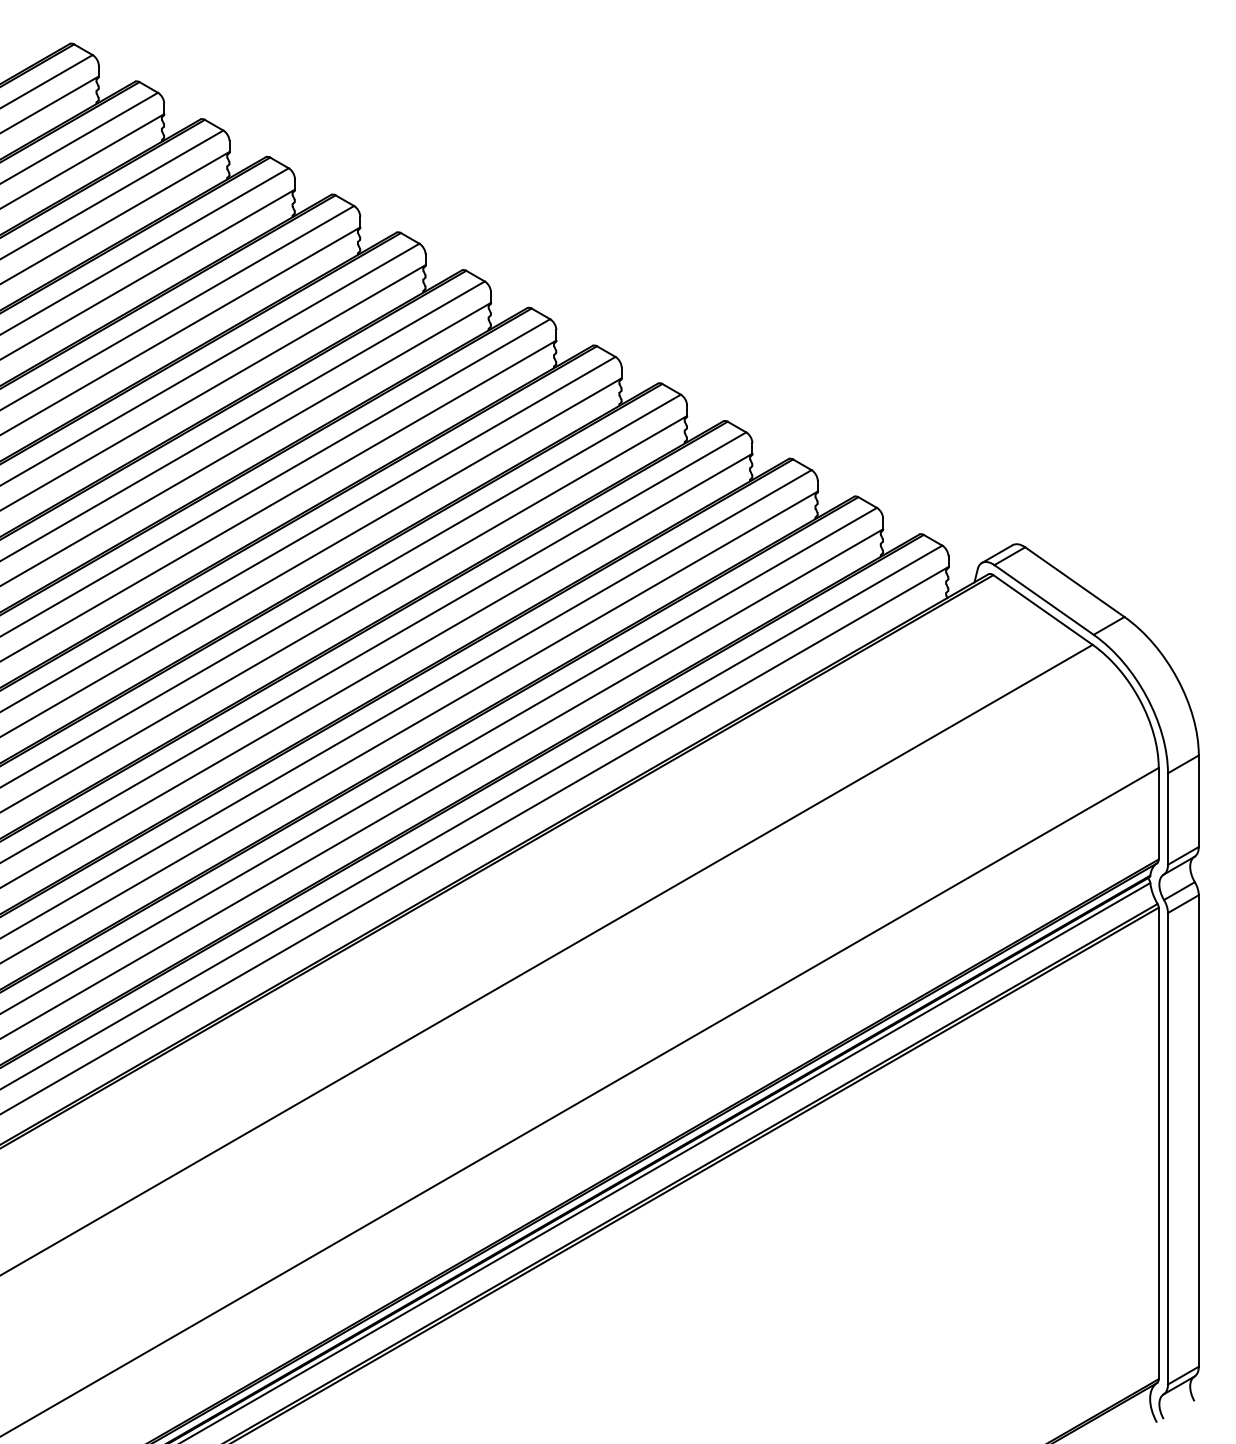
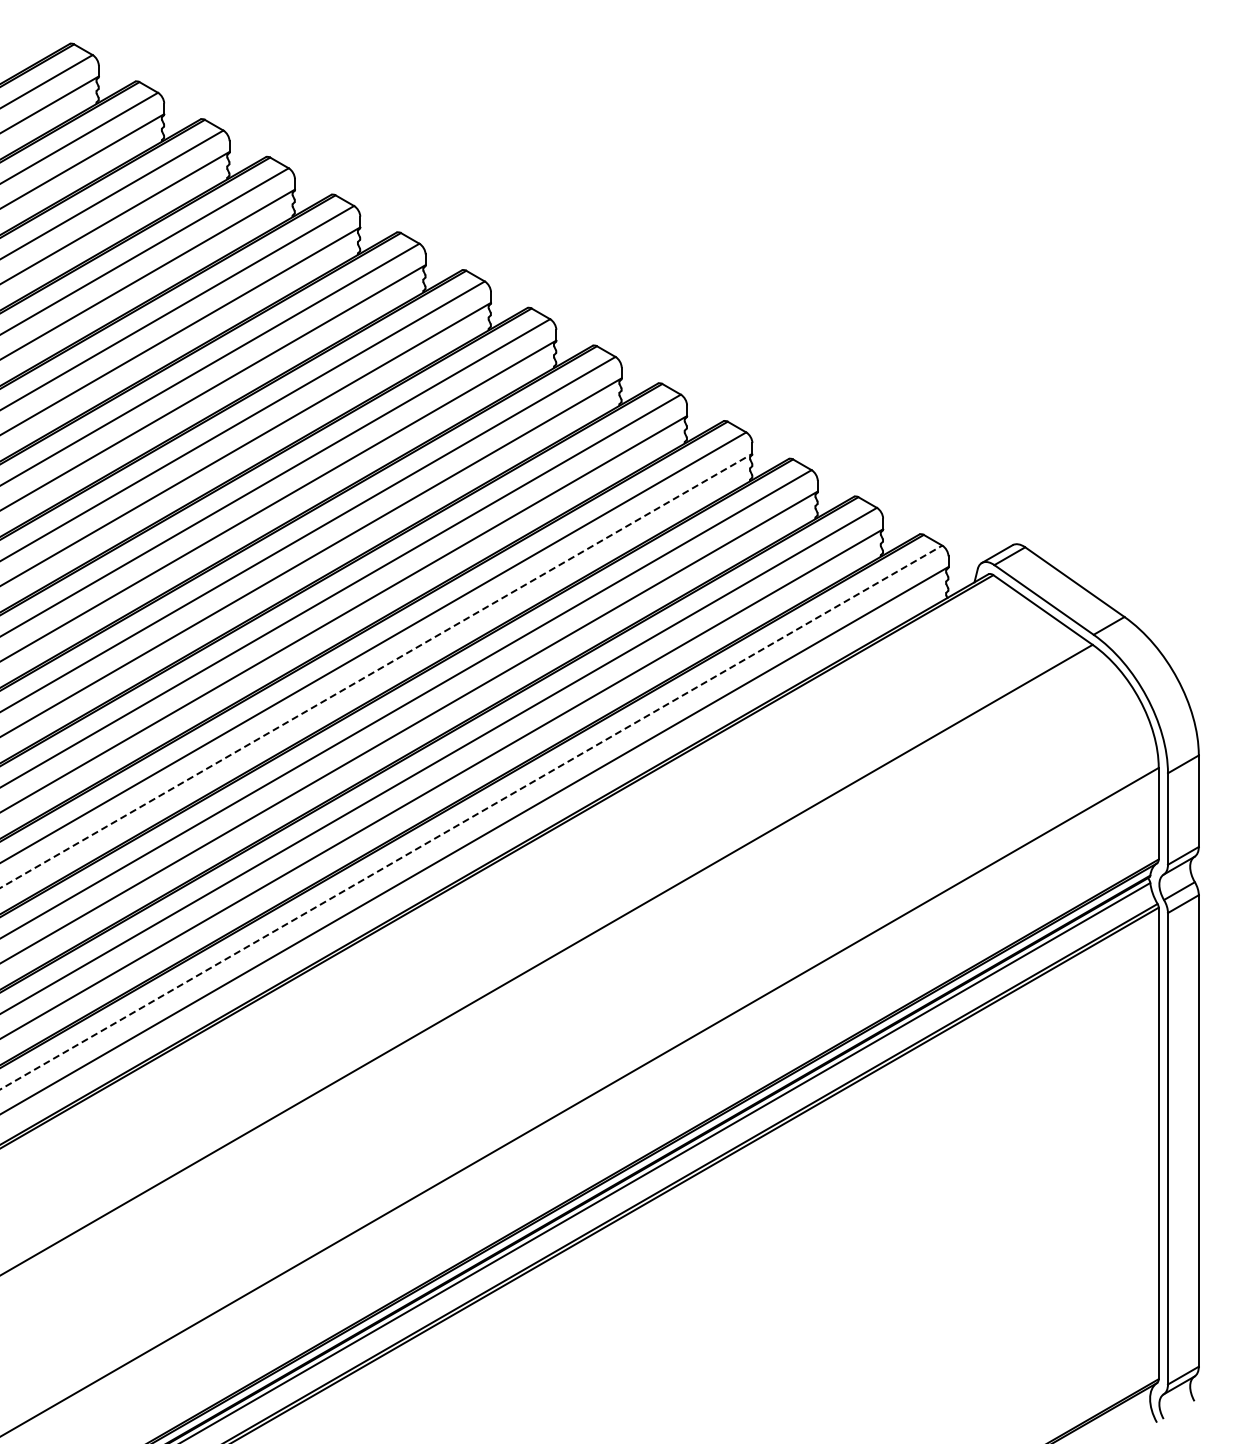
line at (376, 670): solid -> dashed
line at (471, 817): solid -> dashed
